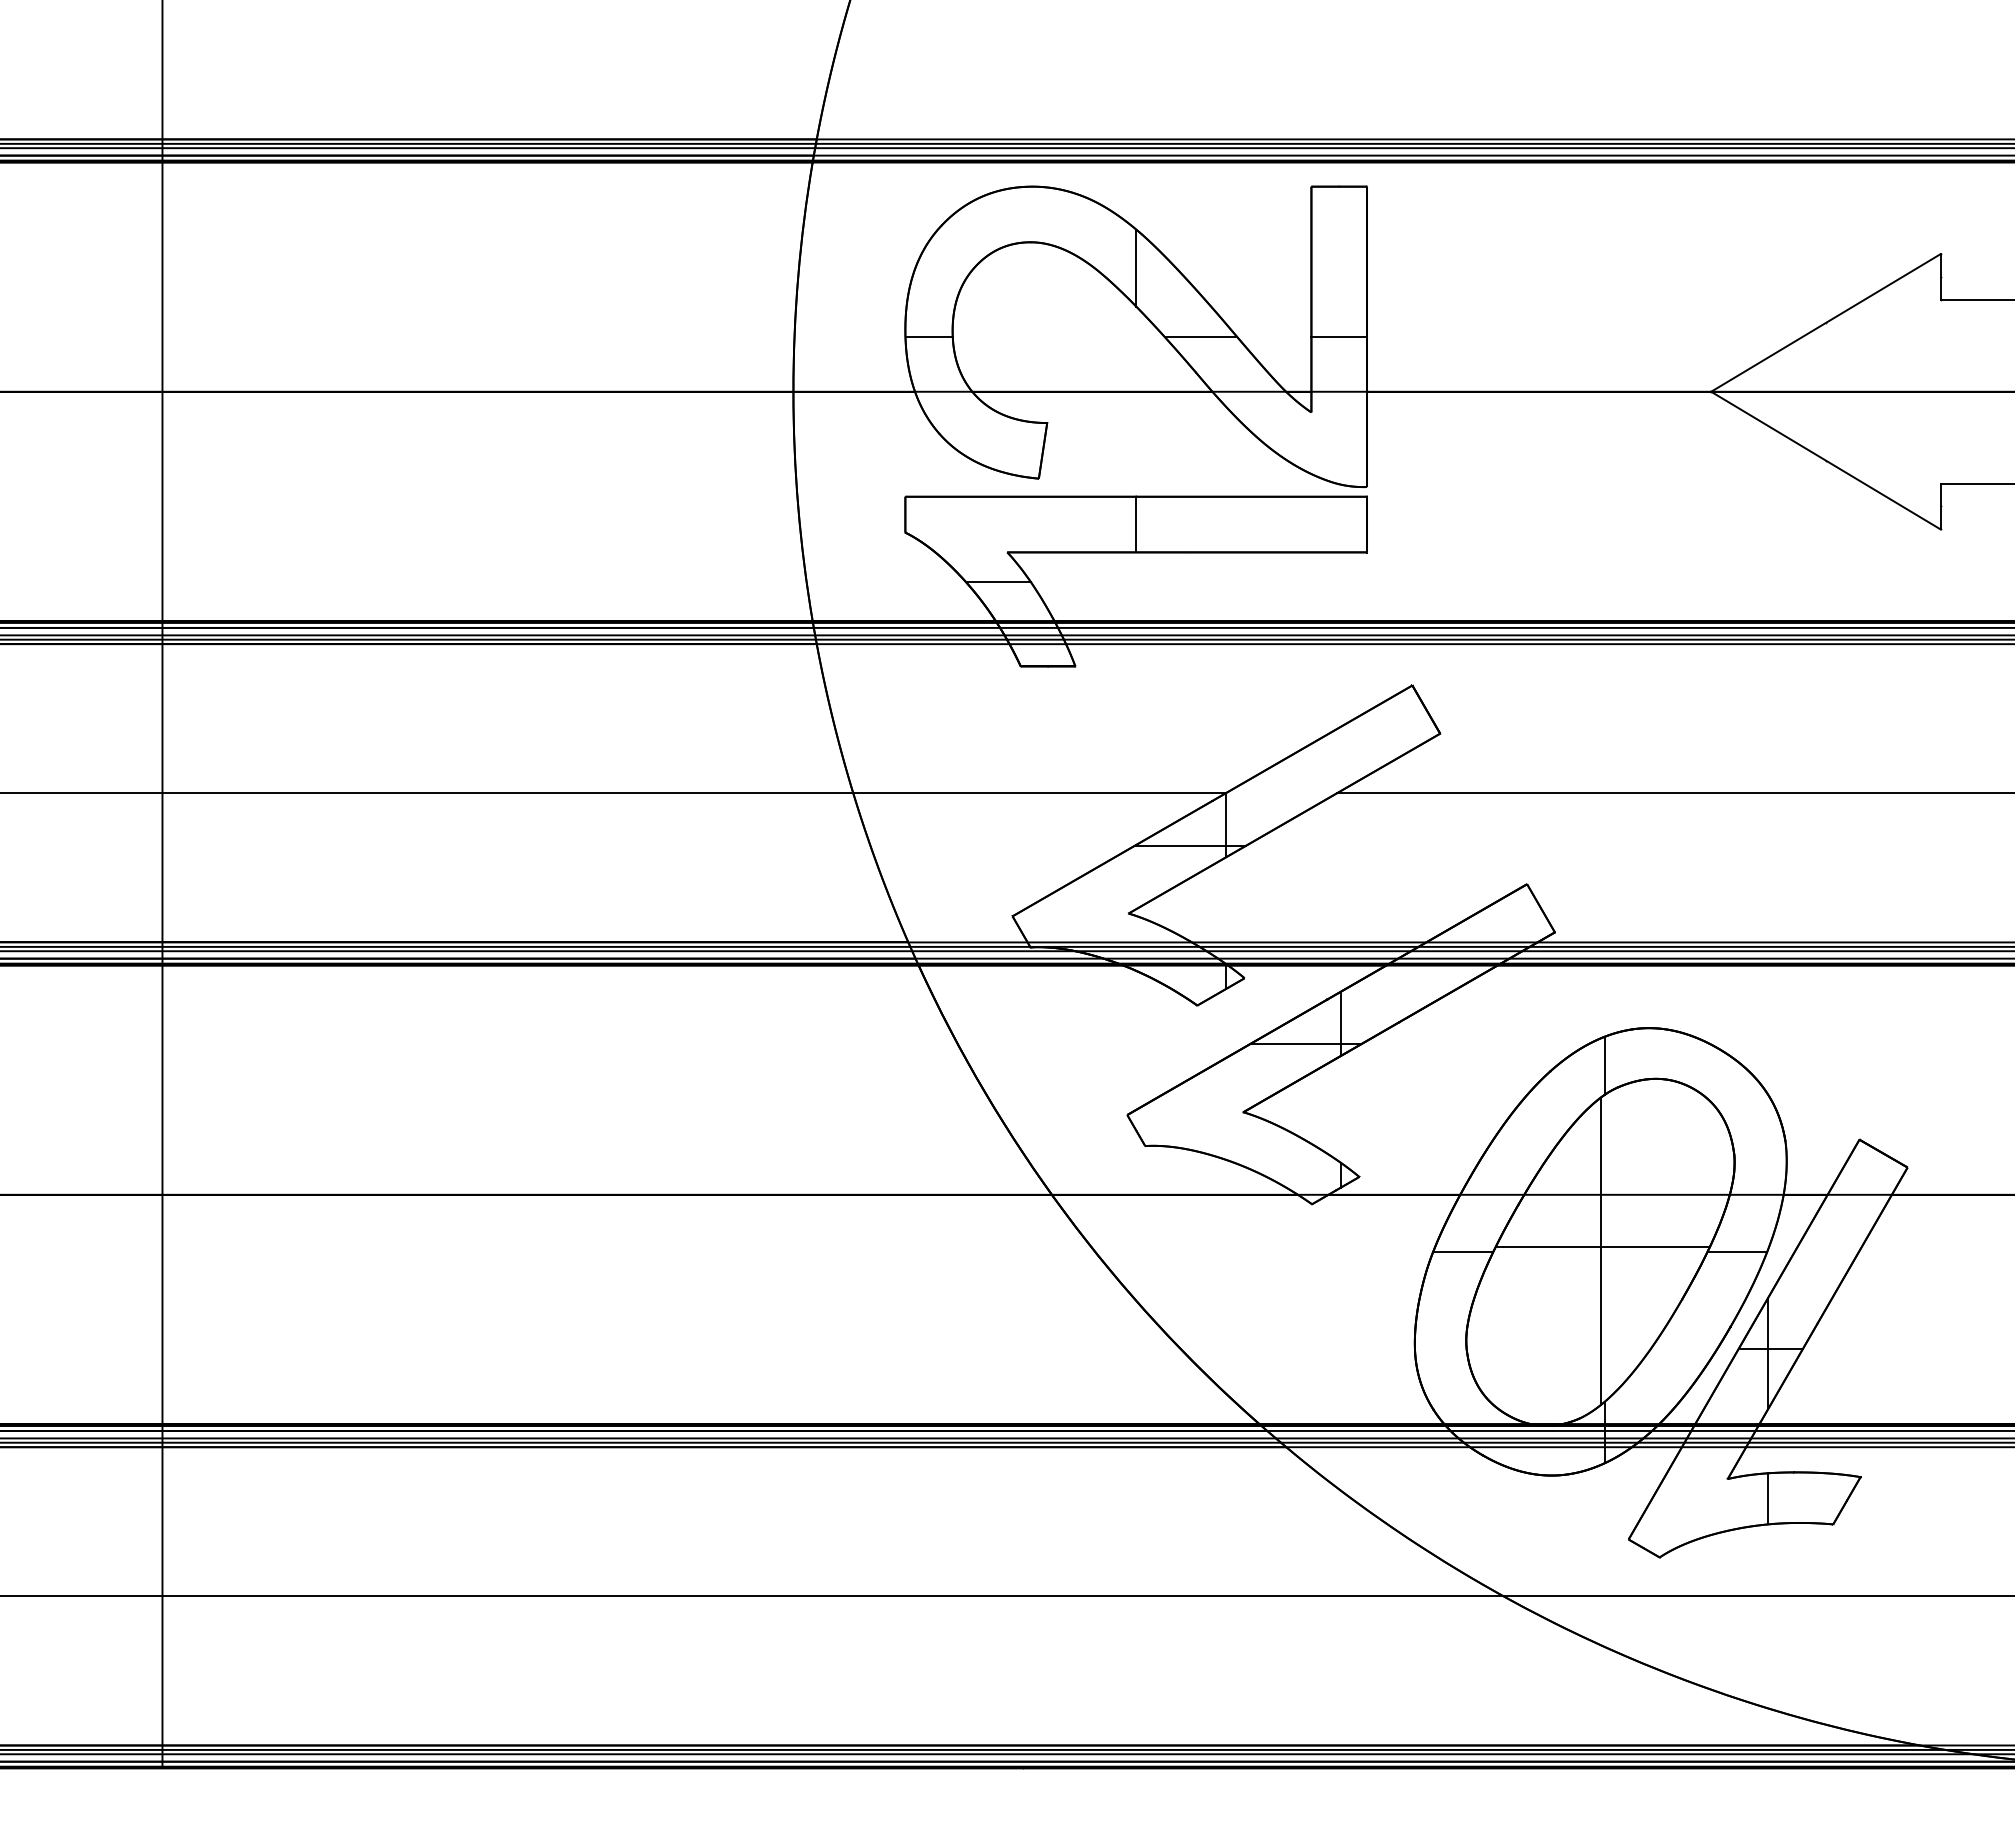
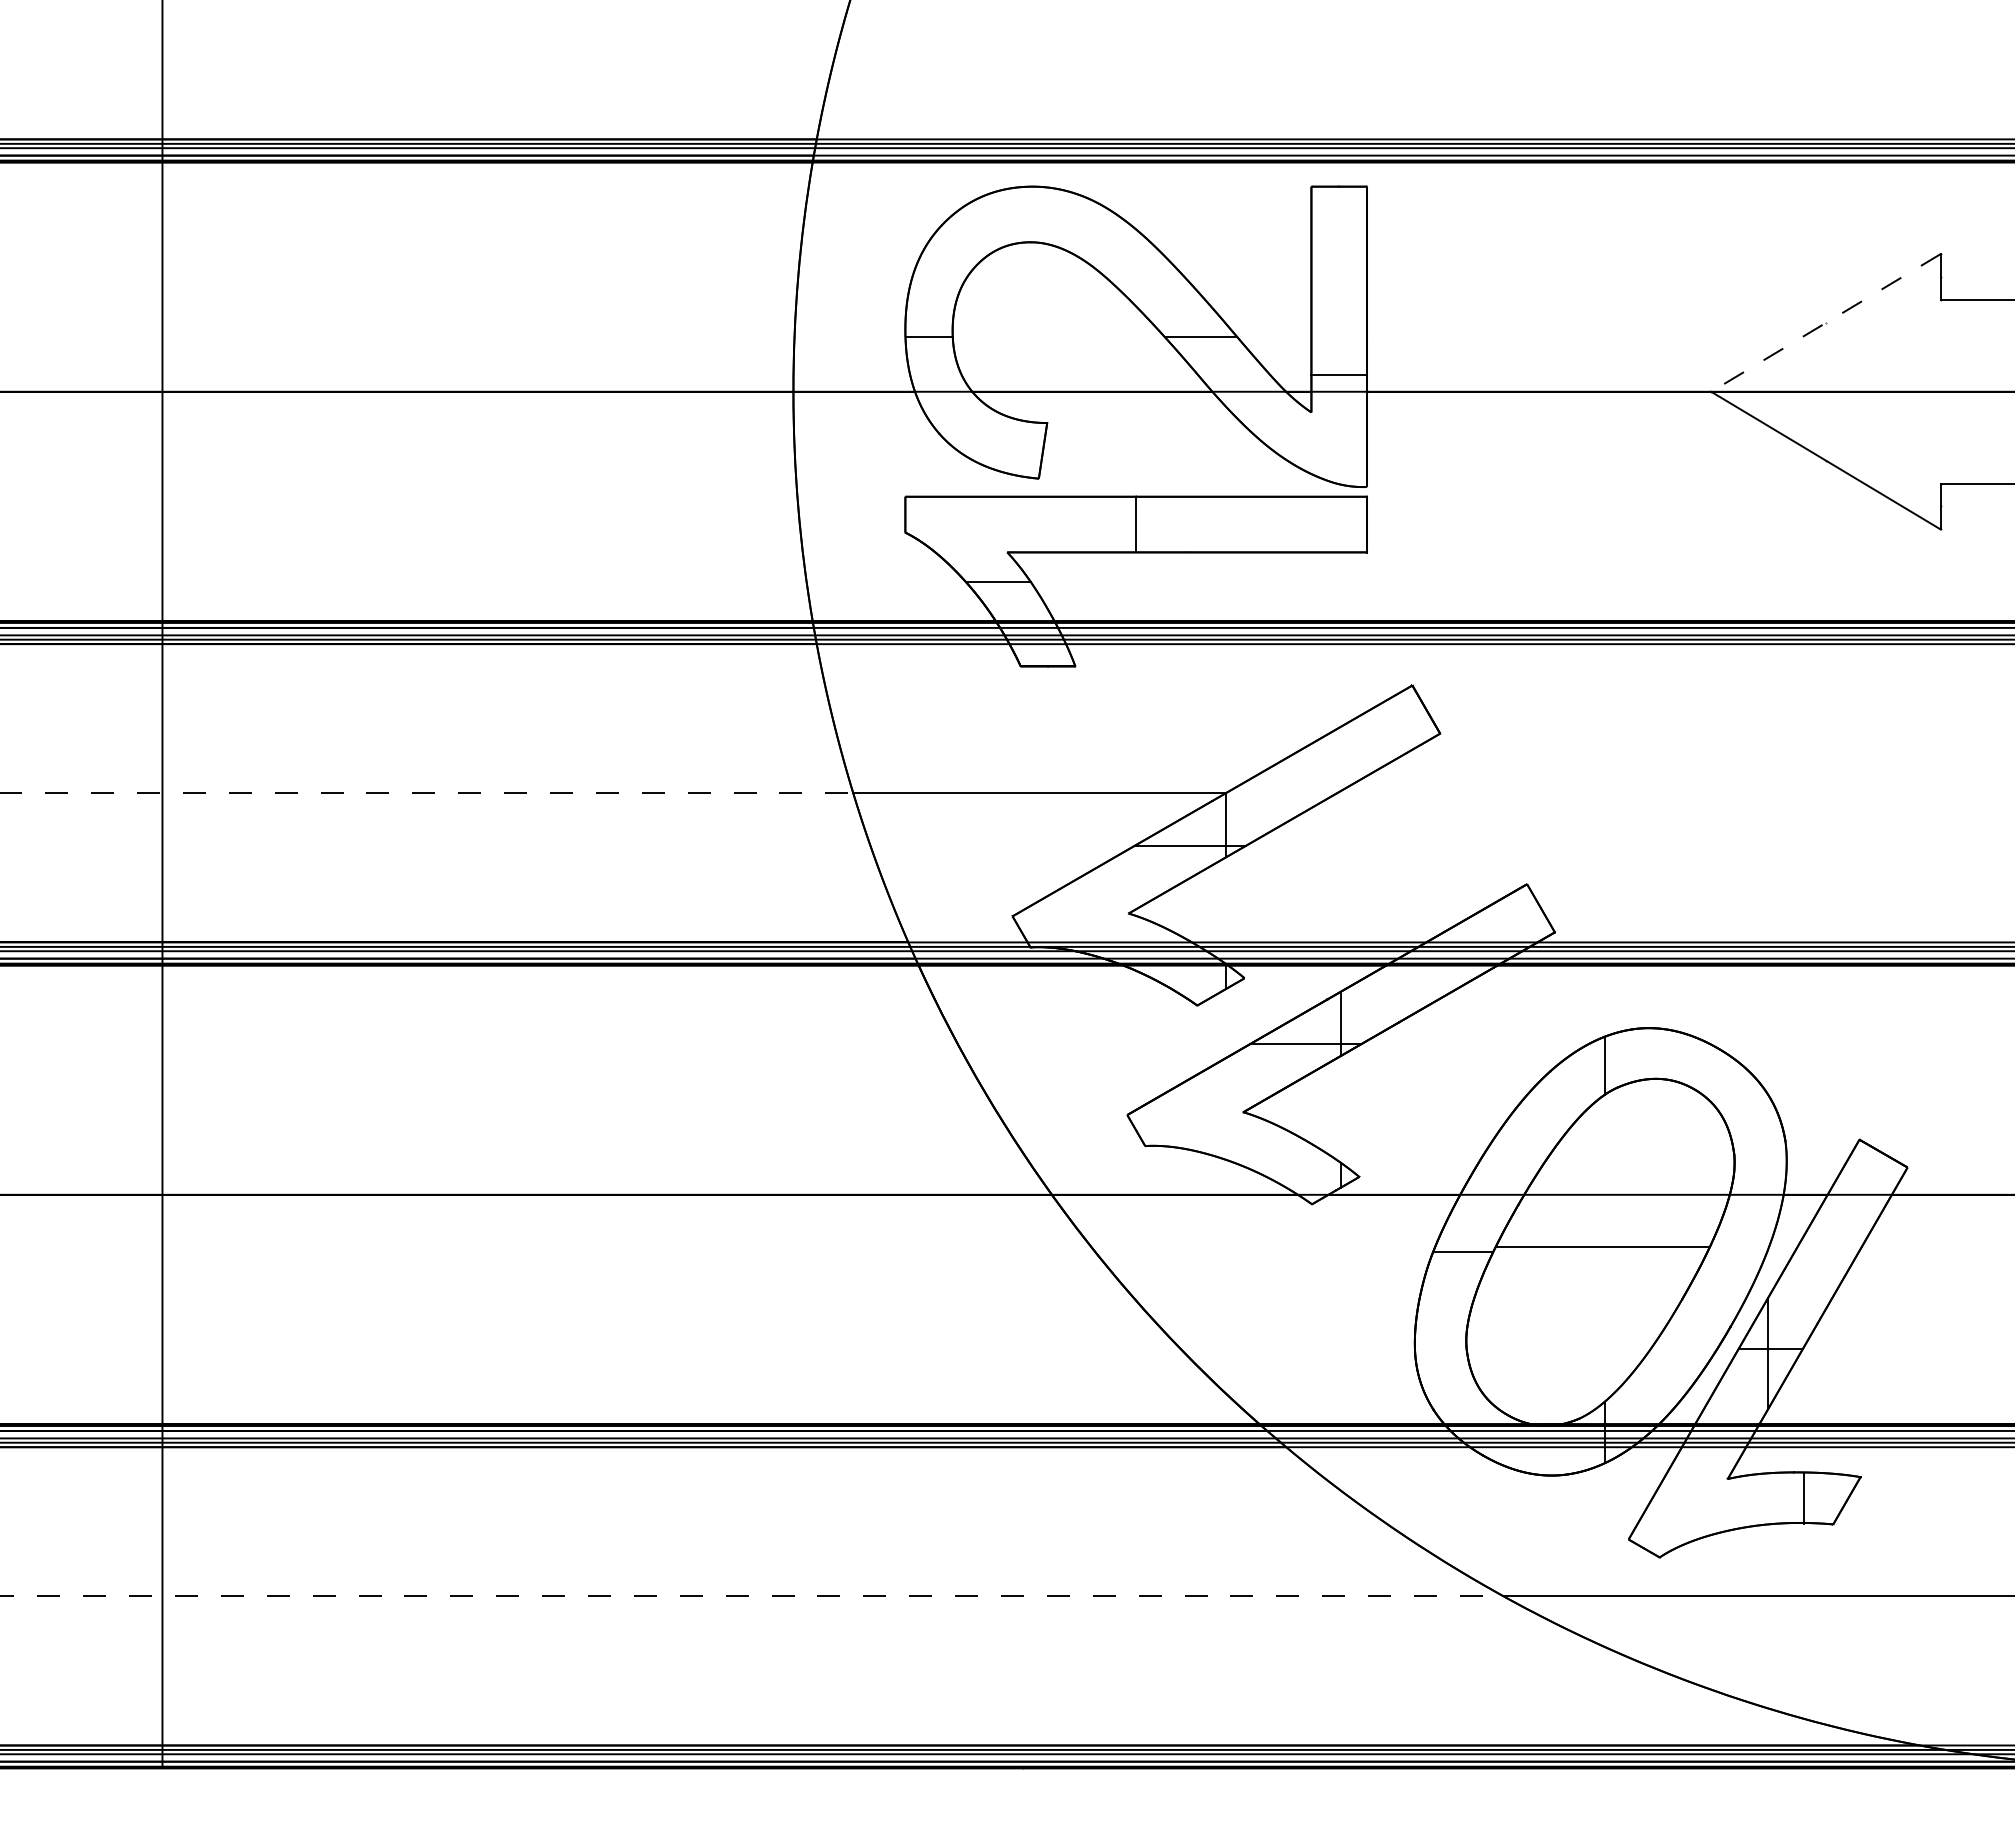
line at (1136, 267): present -> none
line at (1825, 322): solid -> dashed
line at (1339, 337) position: (1339, 337) -> (1339, 375)
line at (427, 793): solid -> dashed
line at (1673, 793): present -> none
line at (1600, 1251): present -> none
line at (1737, 1251): present -> none
line at (1768, 1498) position: (1768, 1498) -> (1804, 1498)
line at (752, 1596): solid -> dashed
